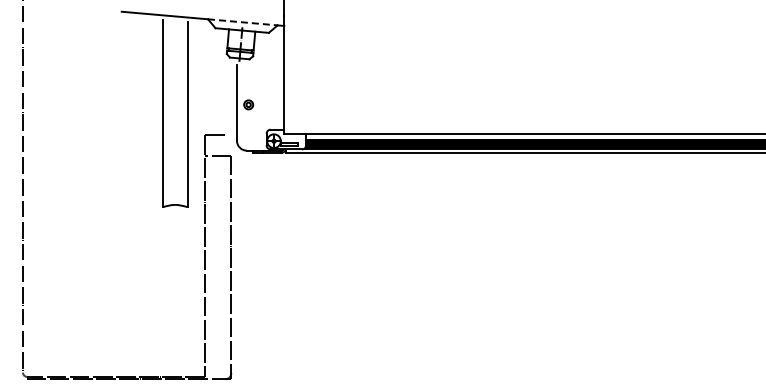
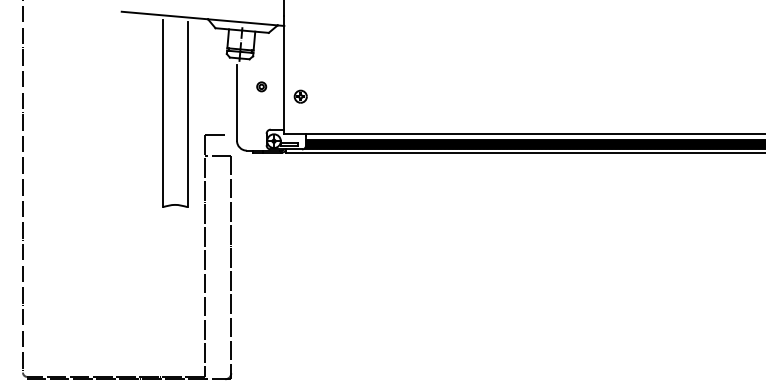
line at (242, 22): dashed -> solid
part at (300, 96): none -> present
part at (248, 104) position: (248, 104) -> (261, 86)
